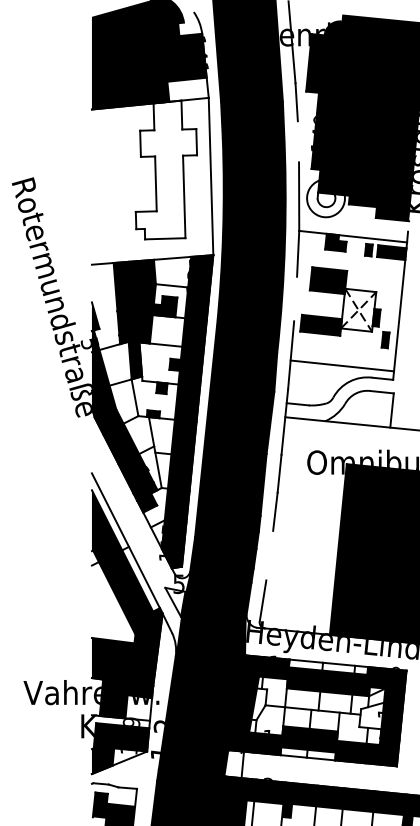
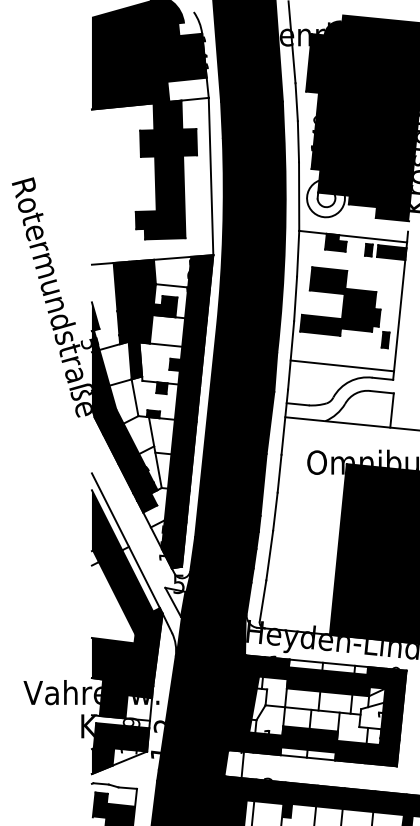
line at (298, 141): none -> present
fill at (166, 169): none -> present
line at (295, 298): none -> present
fill at (358, 309): none -> present
line at (269, 555): none -> present
